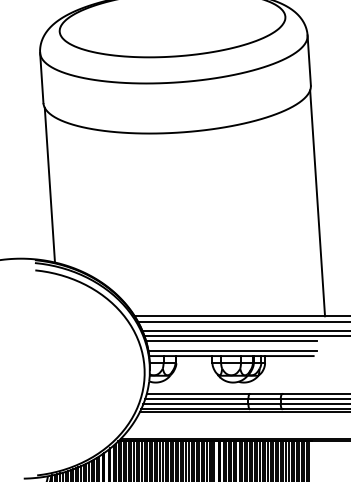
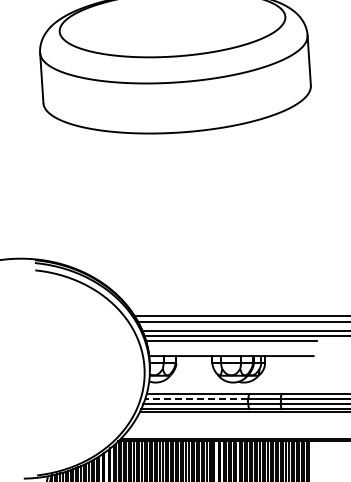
line at (49, 184): present -> none
line at (317, 203): present -> none
line at (232, 350): present -> none
line at (196, 399): solid -> dashed
